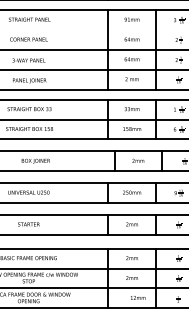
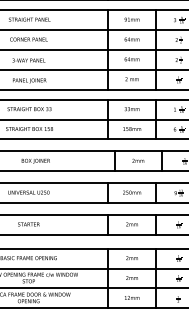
line at (93, 30): none -> present
text at (138, 297) position: (138, 297) -> (132, 297)
